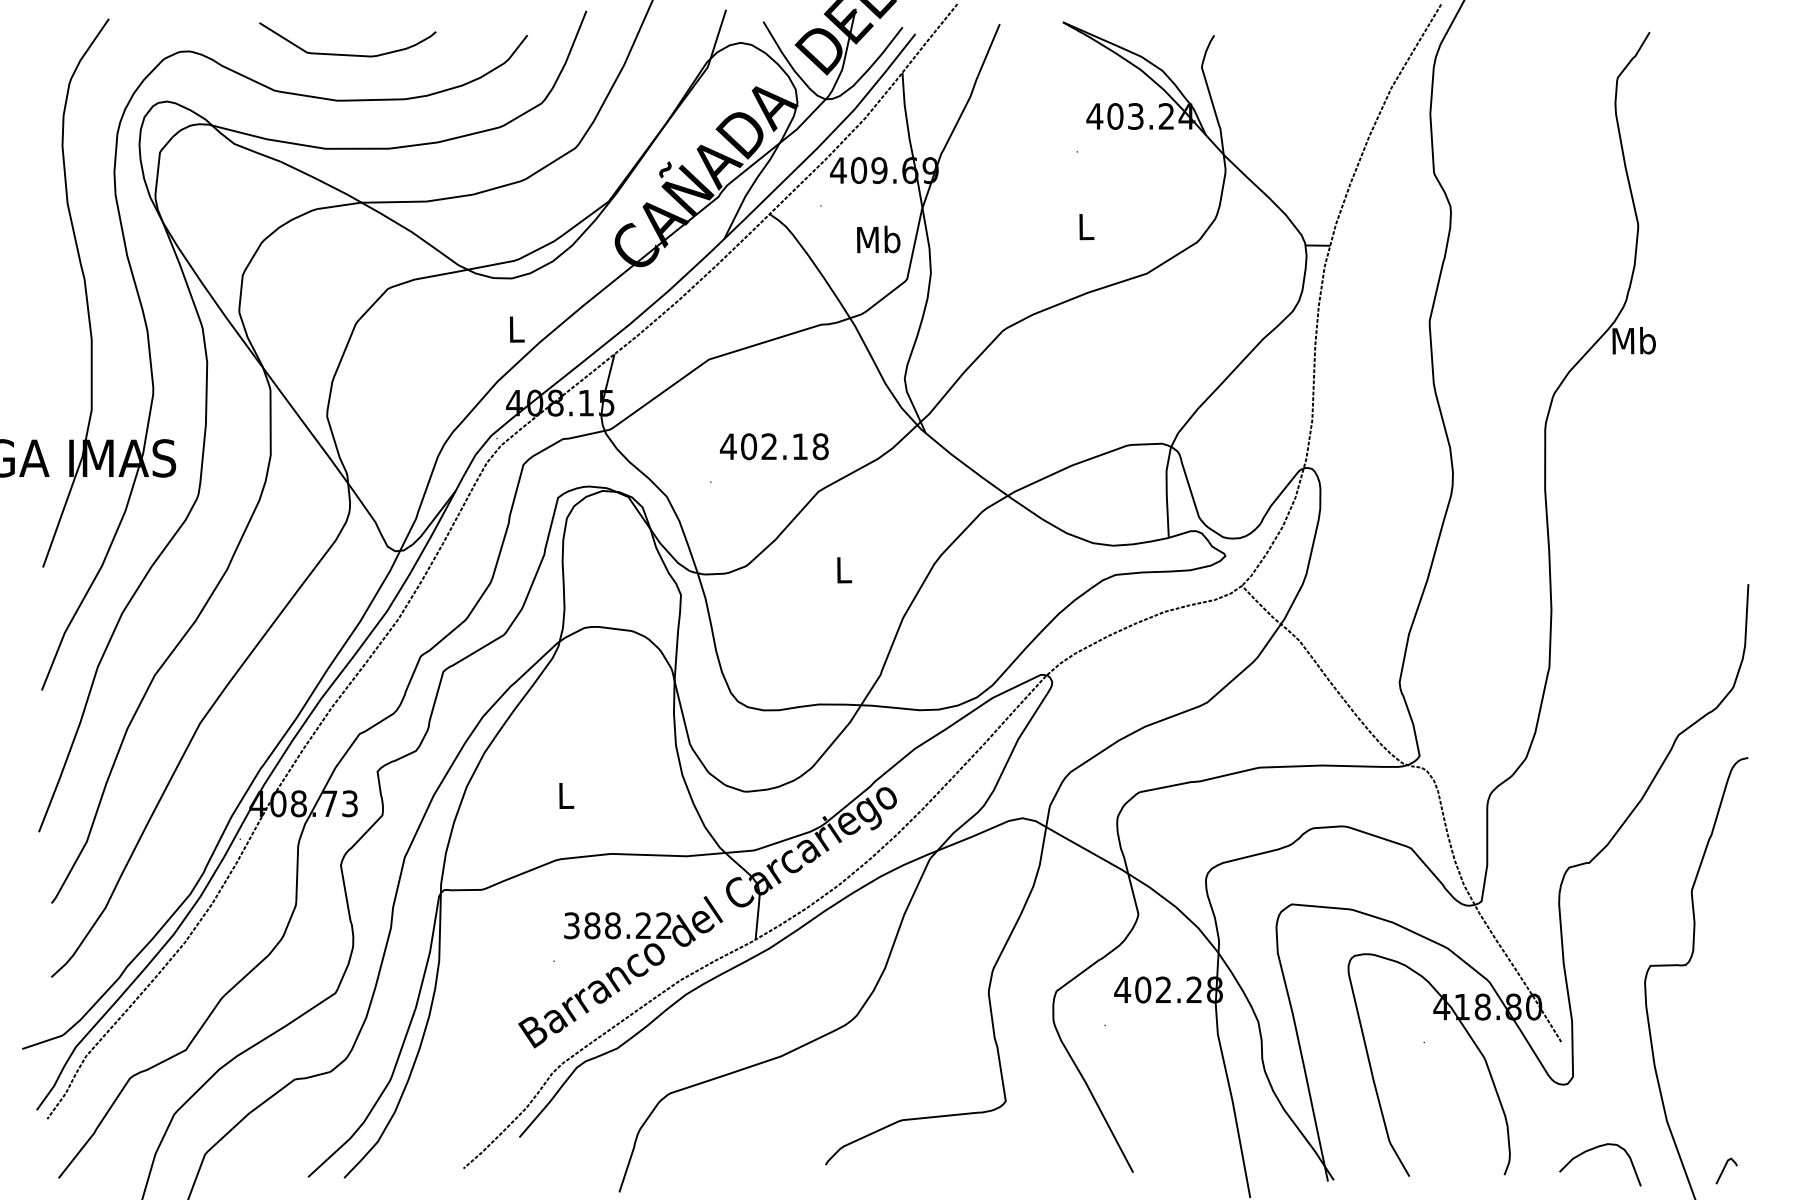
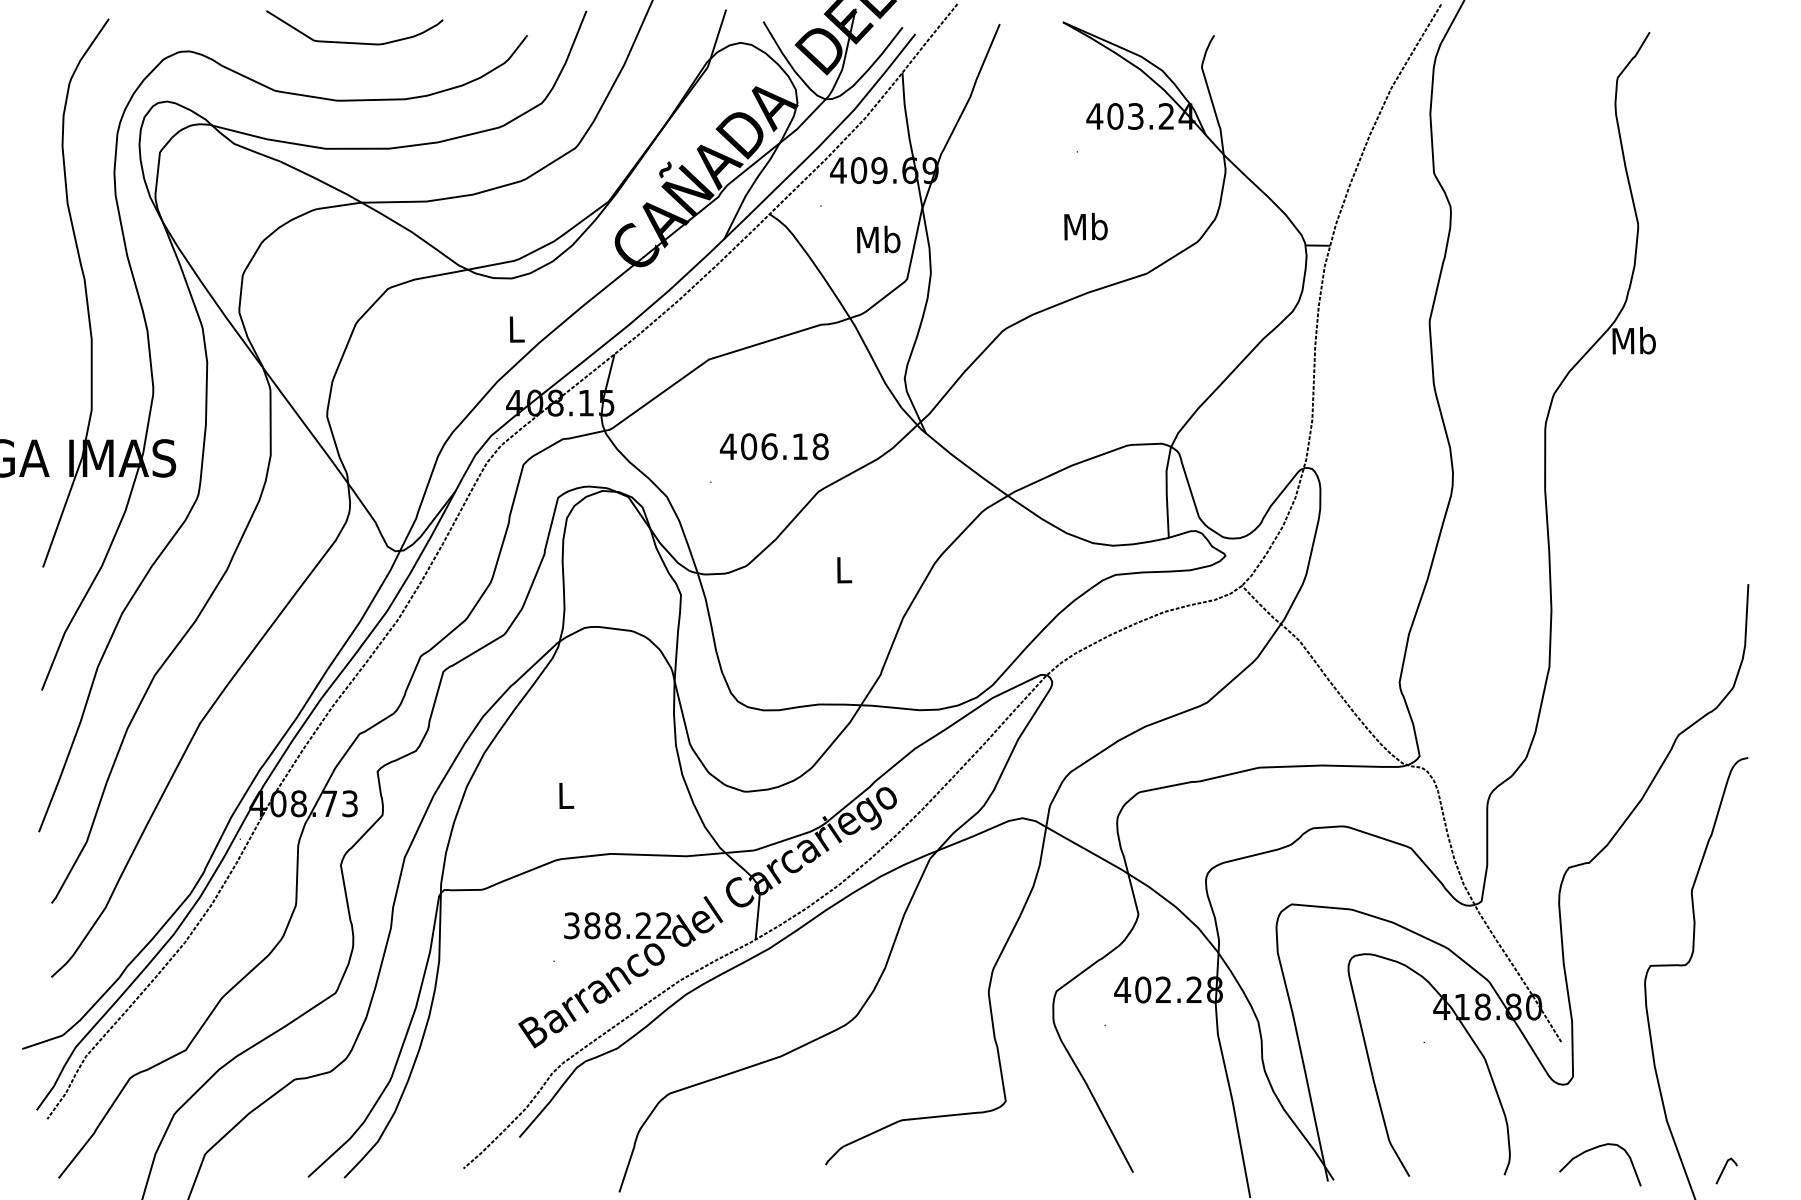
curve at (347, 54) position: (347, 54) -> (354, 42)
text at (1085, 226): L -> Mb
text at (769, 446): 402.18 -> 406.18
